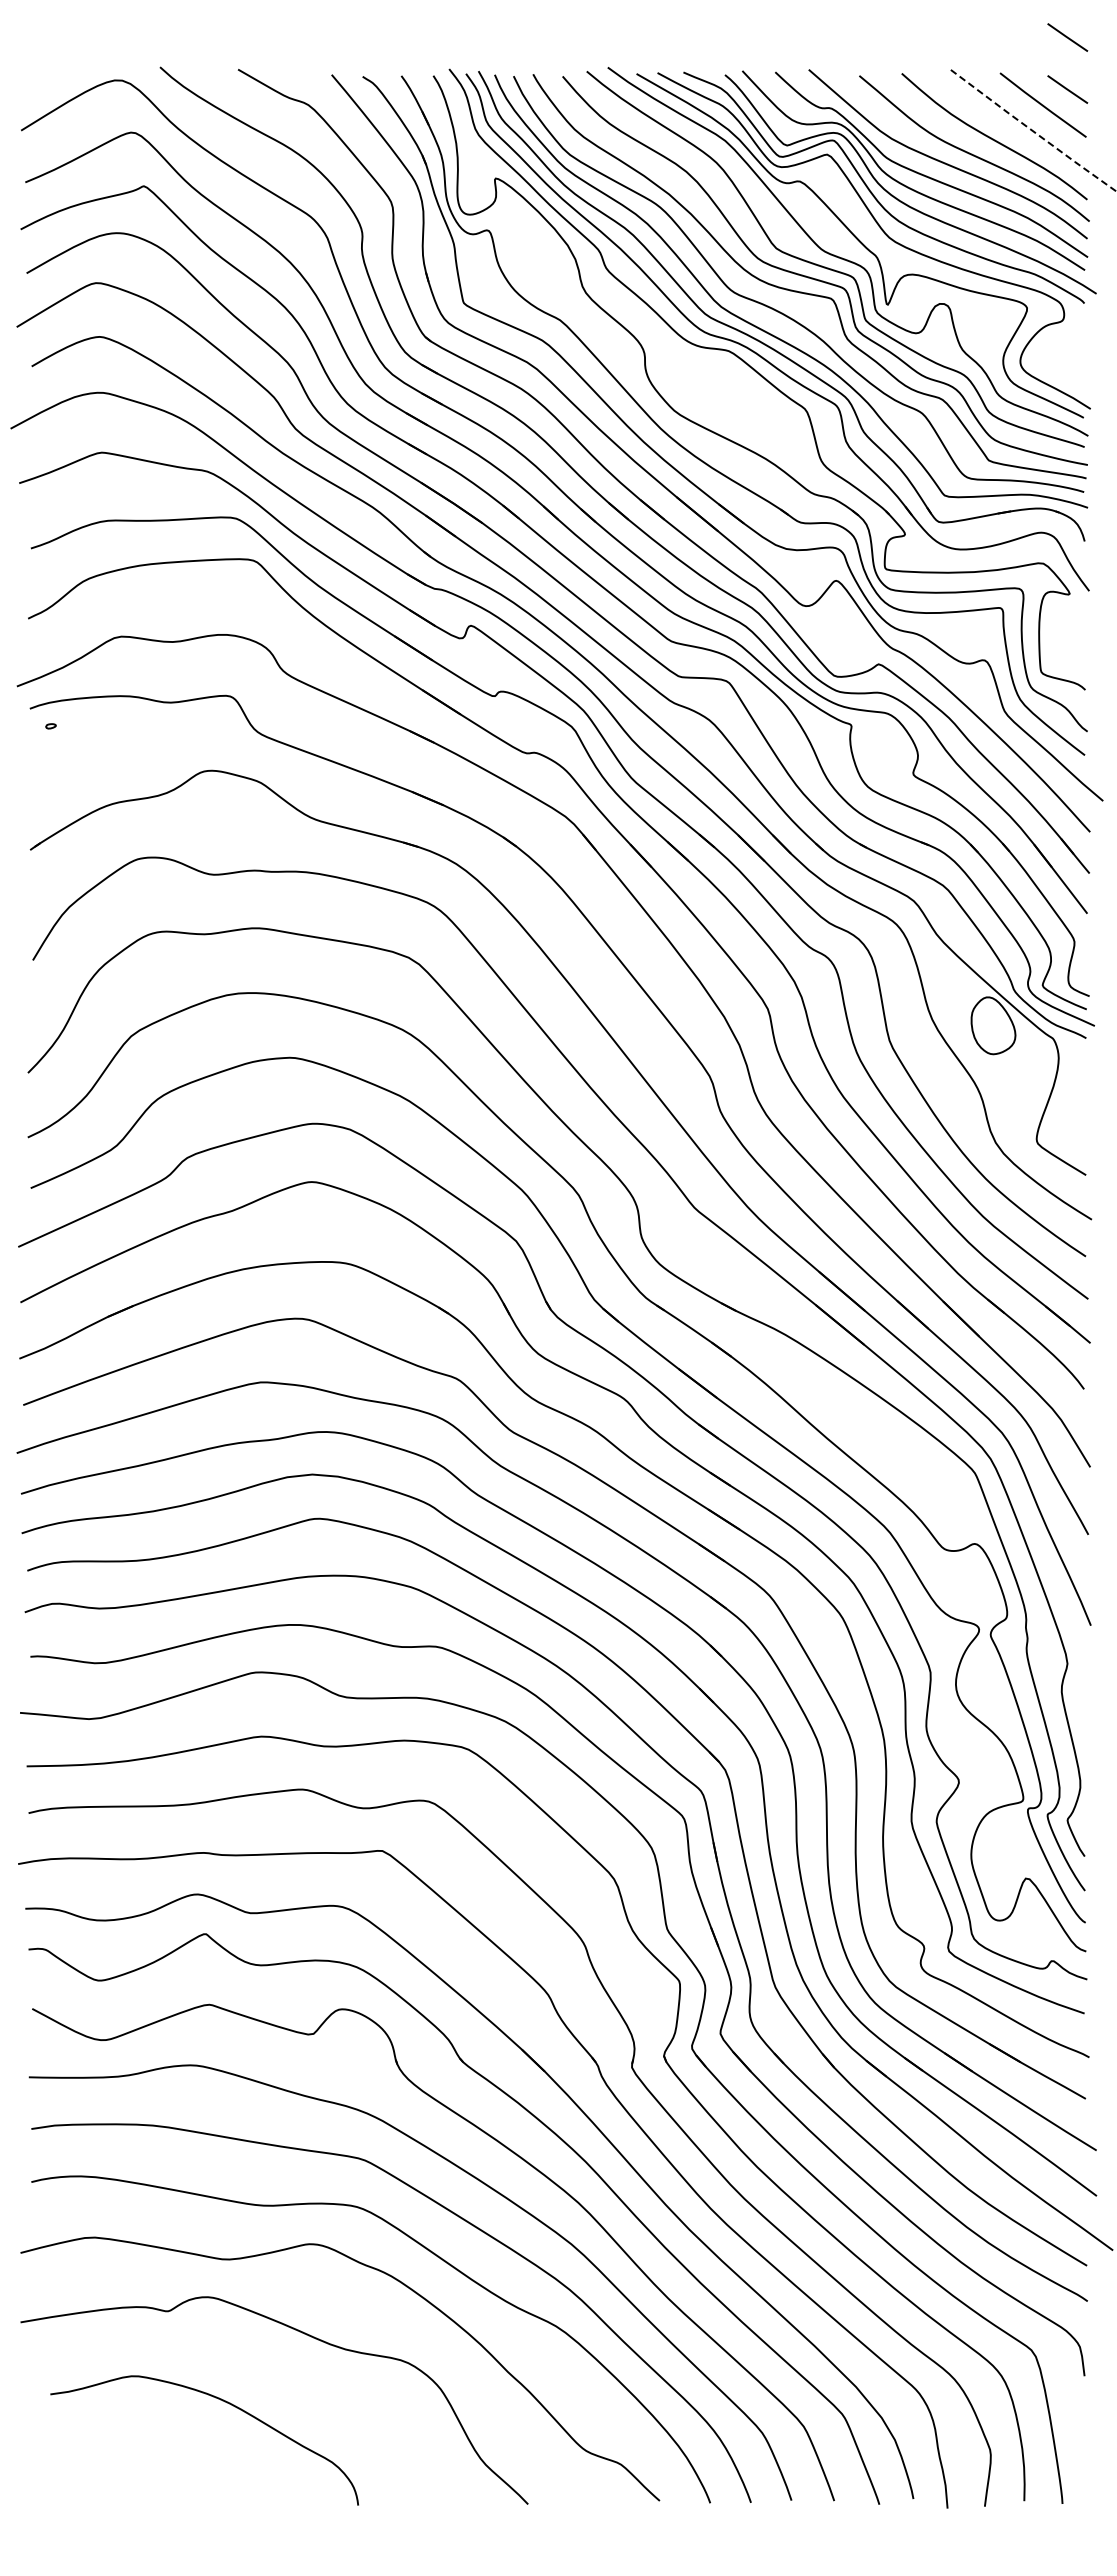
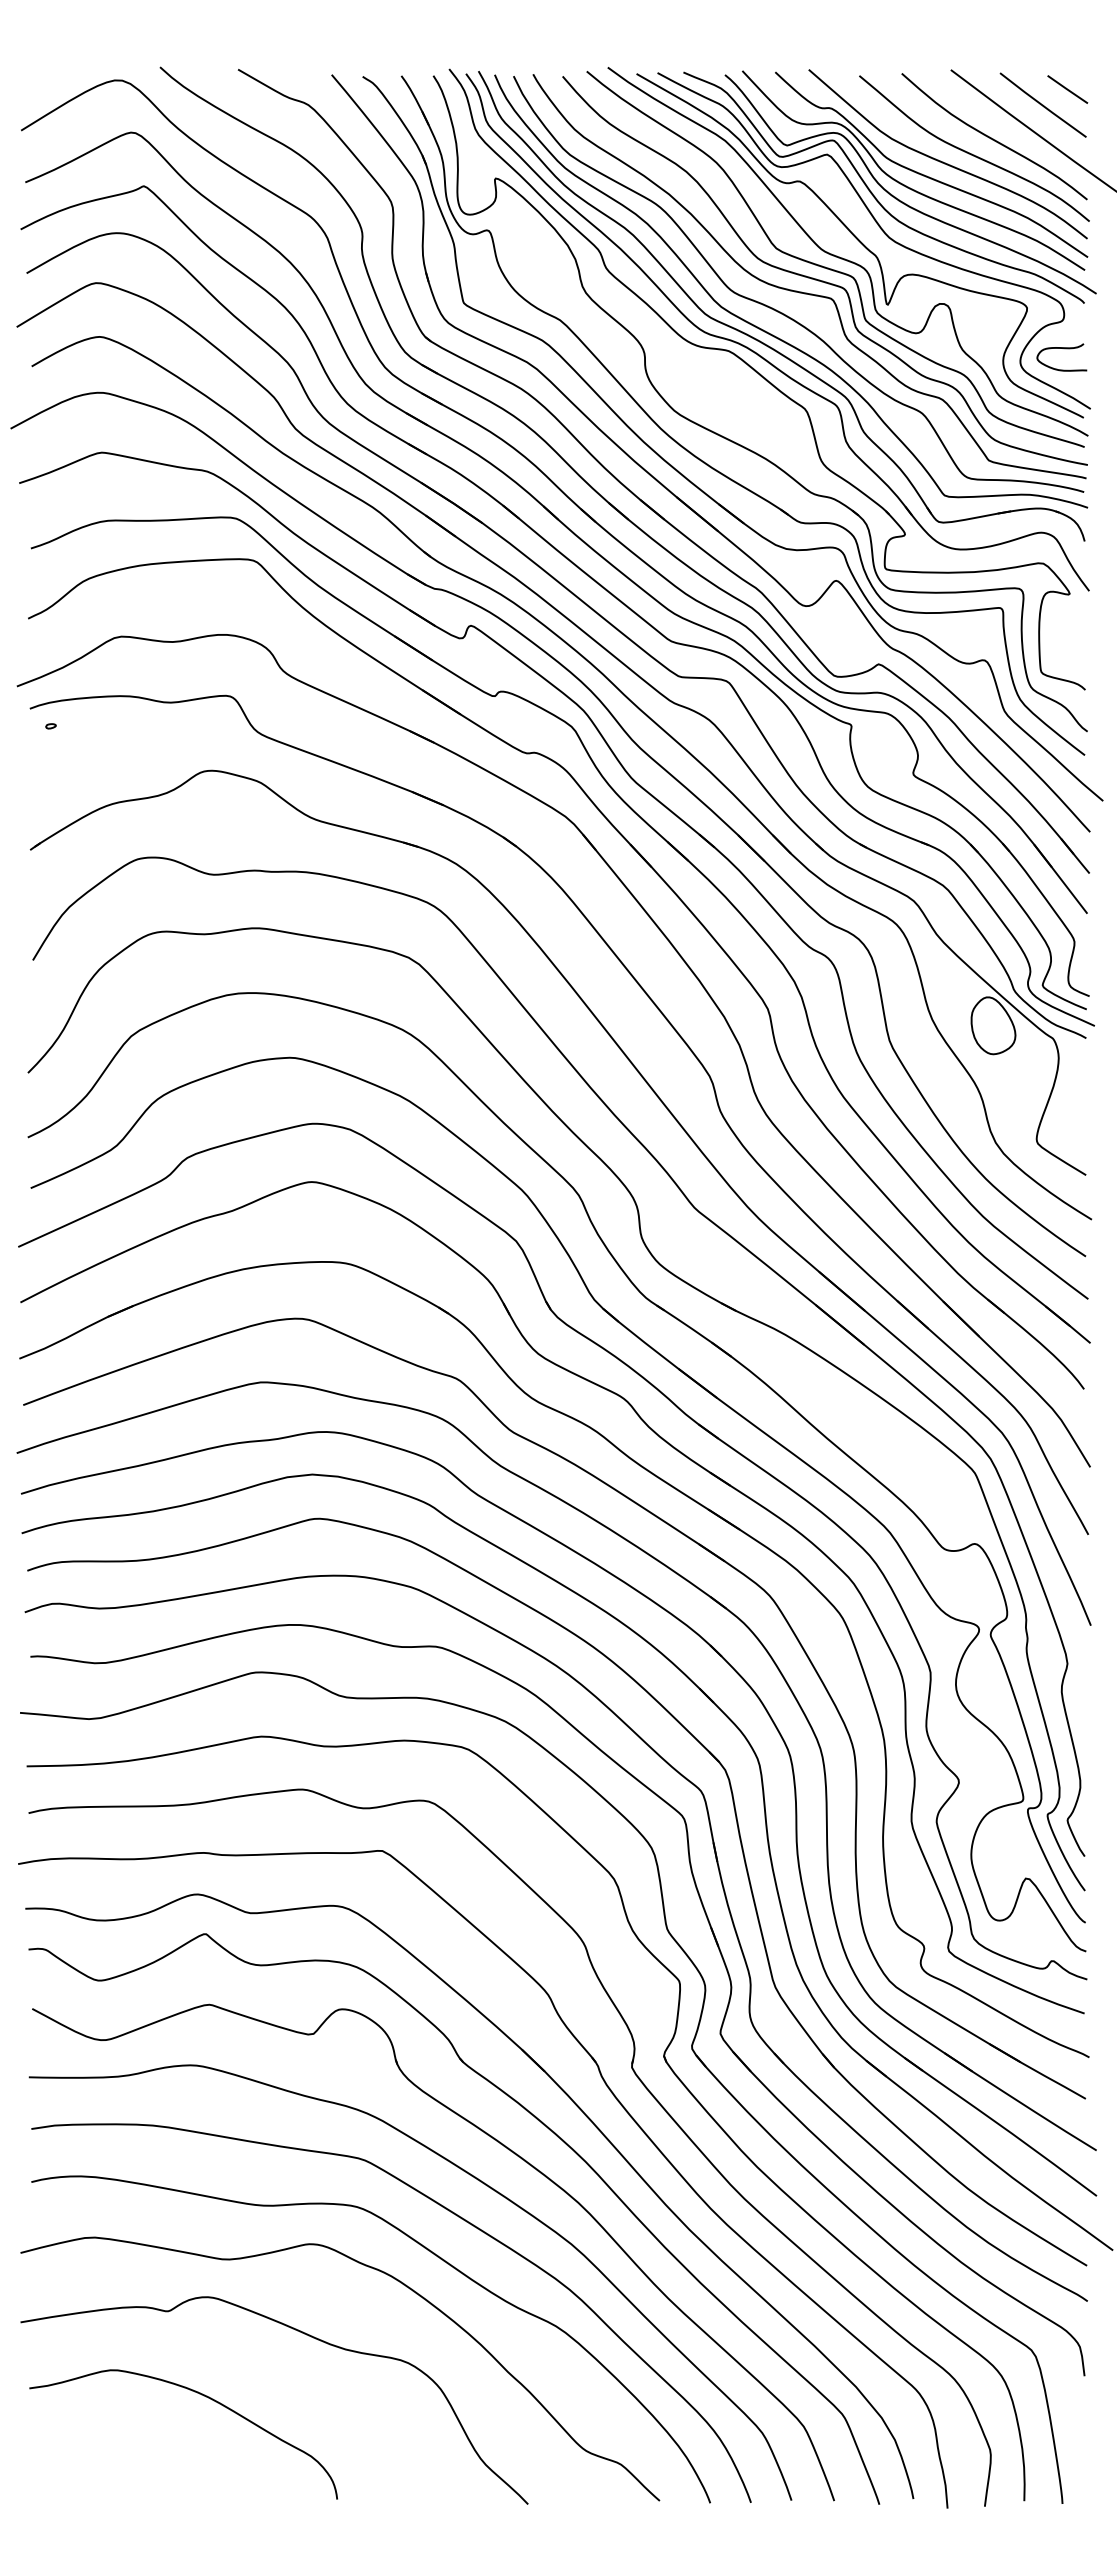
line at (1067, 37): present -> none
line at (1033, 131): dashed -> solid
curve at (1064, 349): none -> present
curve at (224, 2402) position: (224, 2402) -> (203, 2396)
